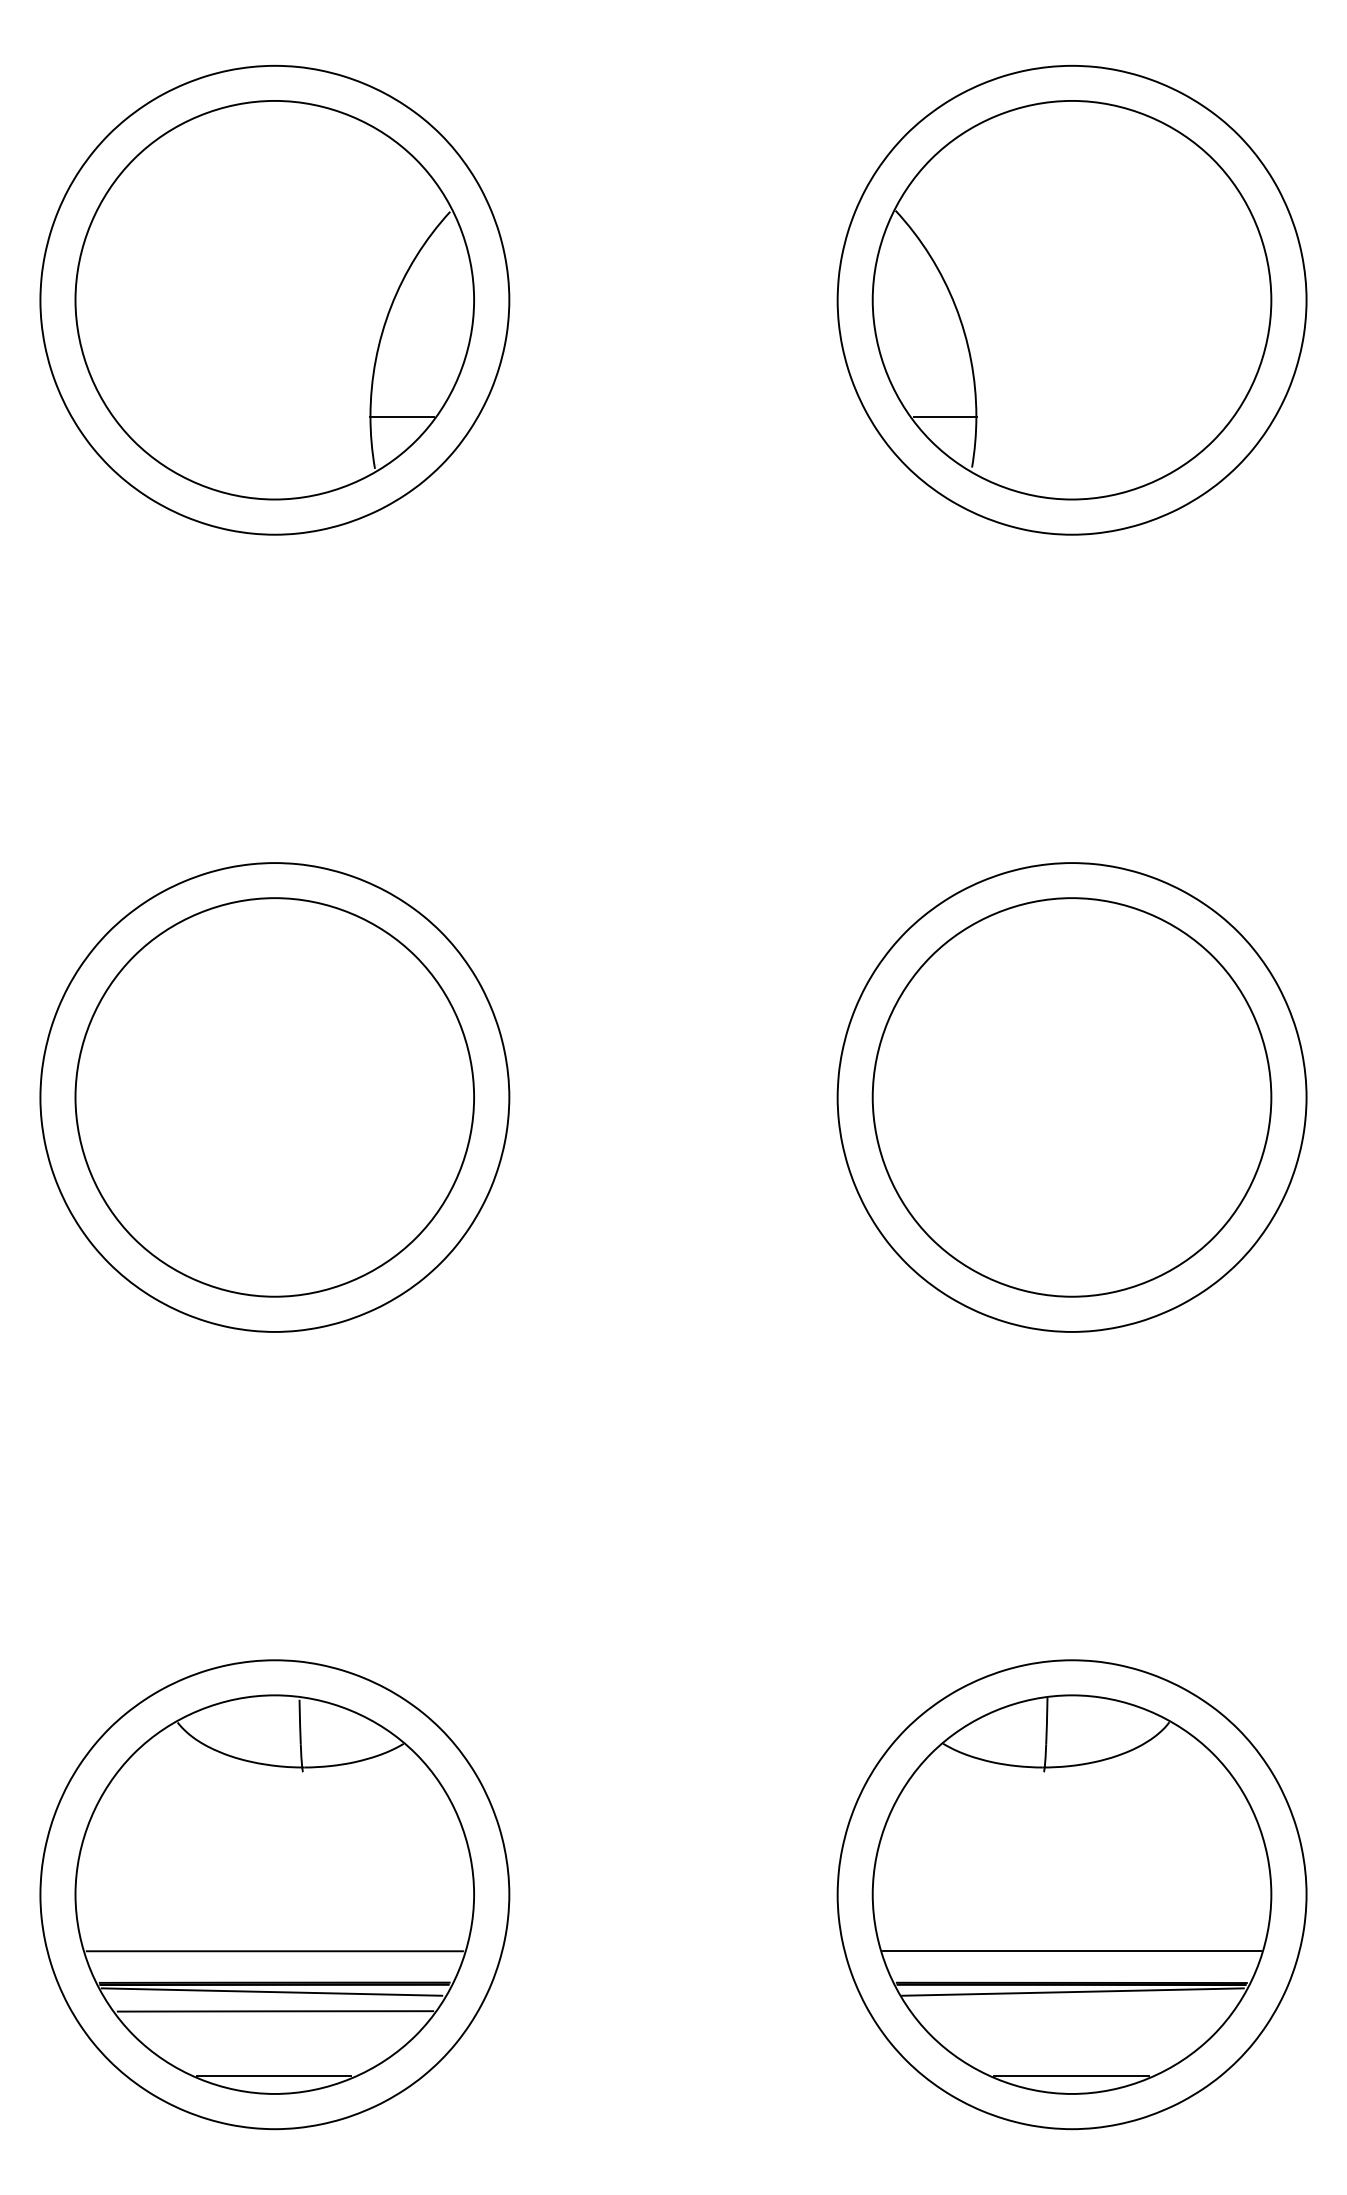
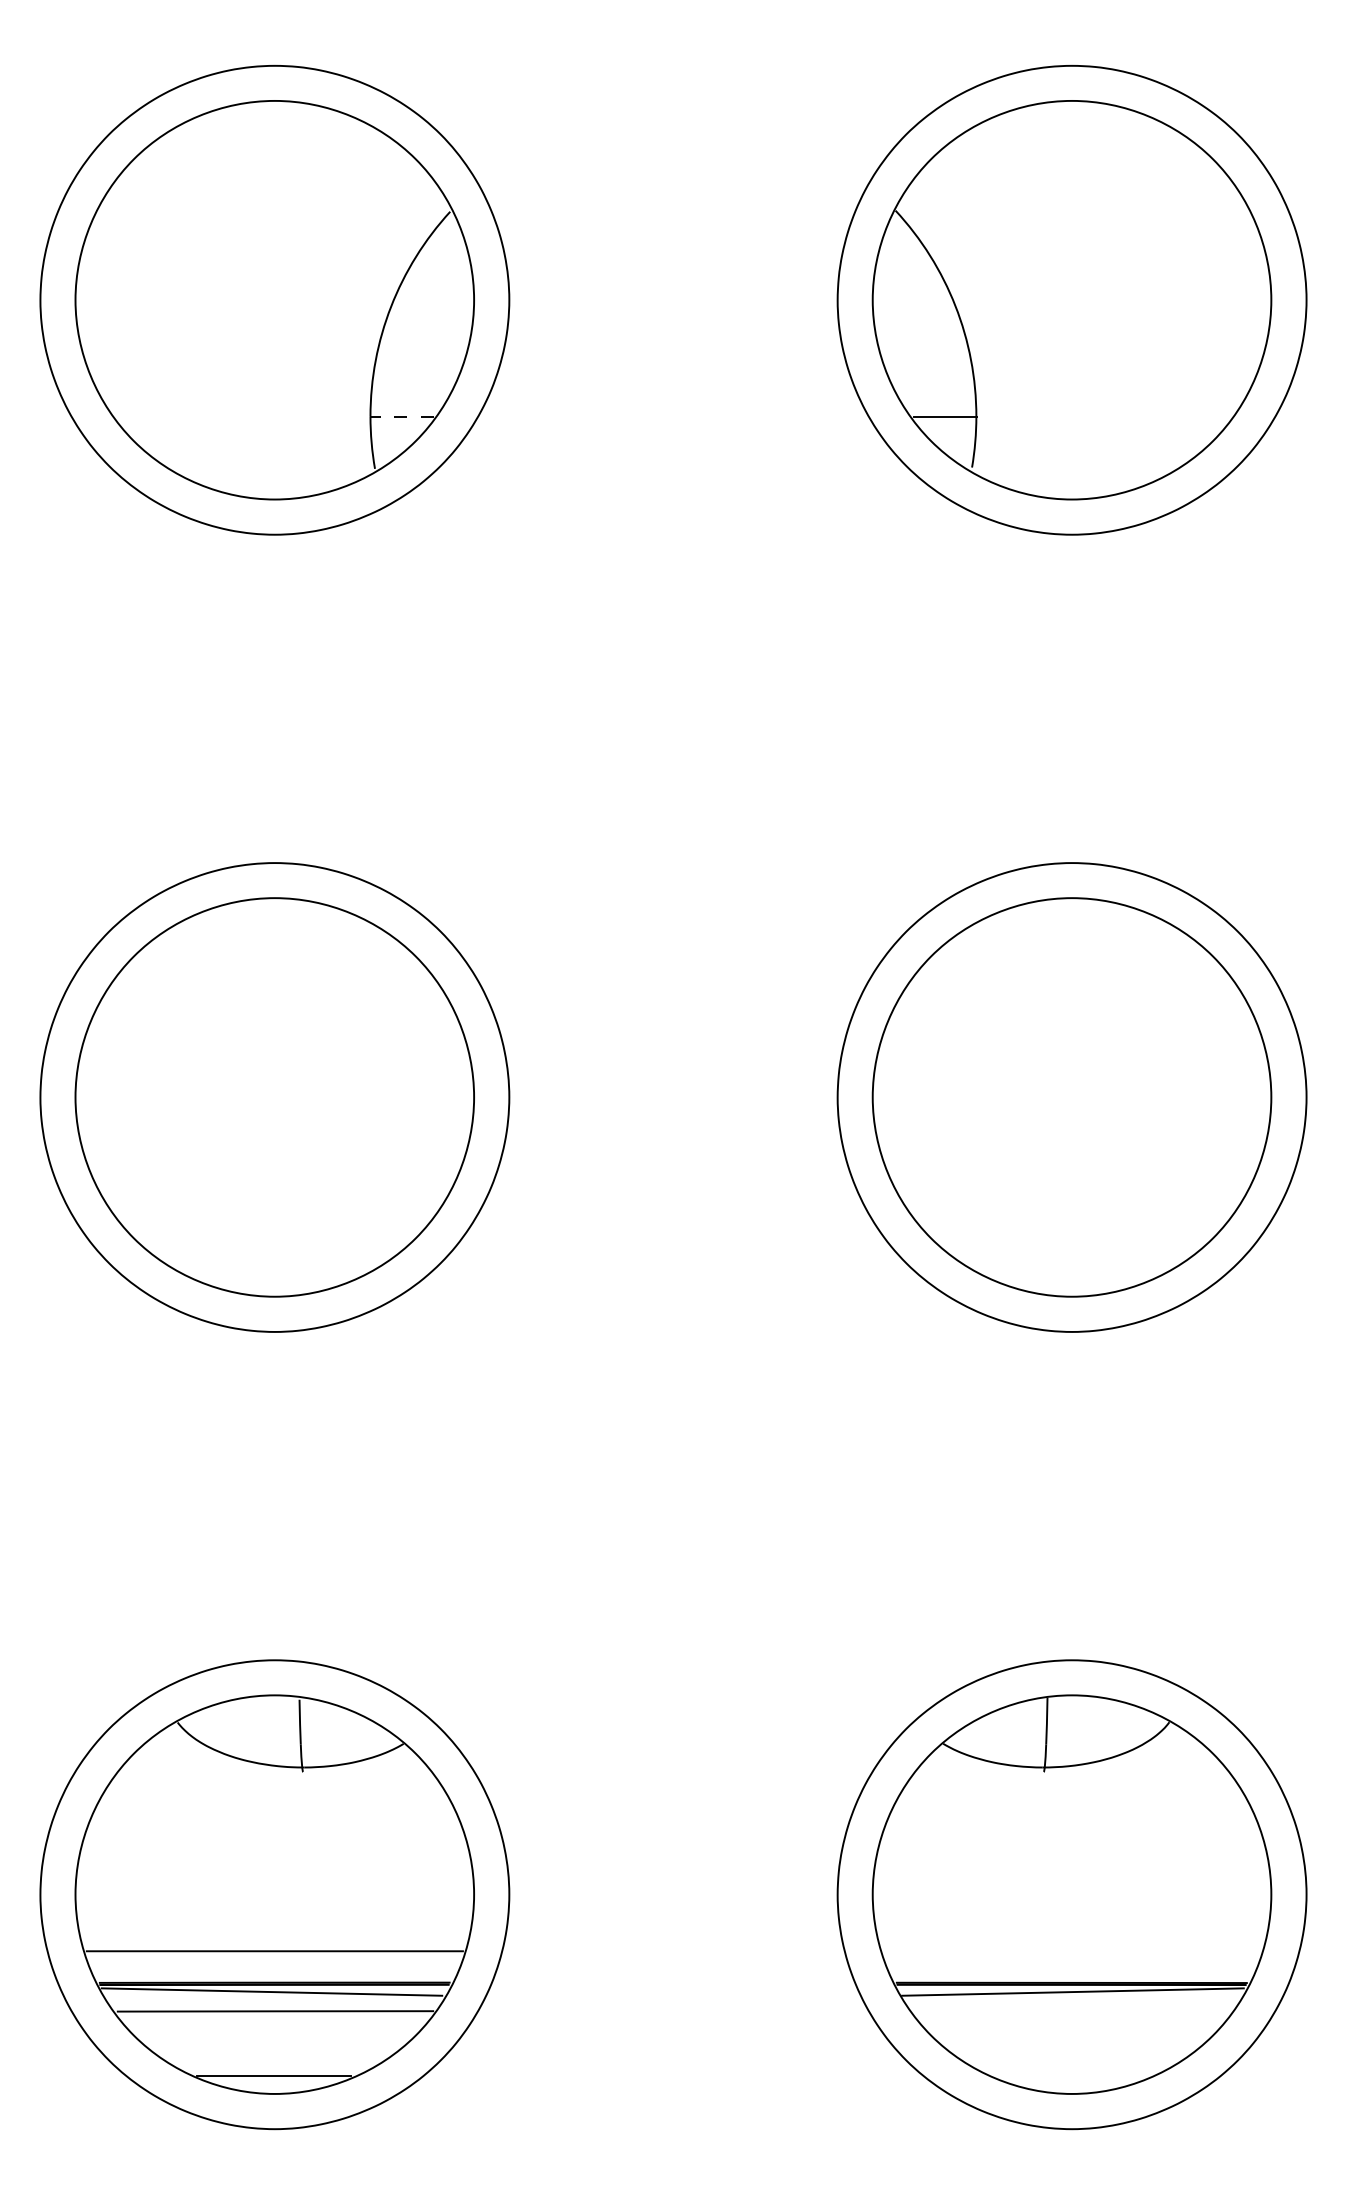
line at (402, 416): solid -> dashed
line at (1072, 1951): present -> none
line at (1070, 2075): present -> none
